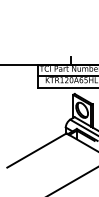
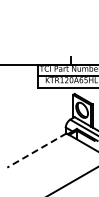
line at (36, 150): solid -> dashed
